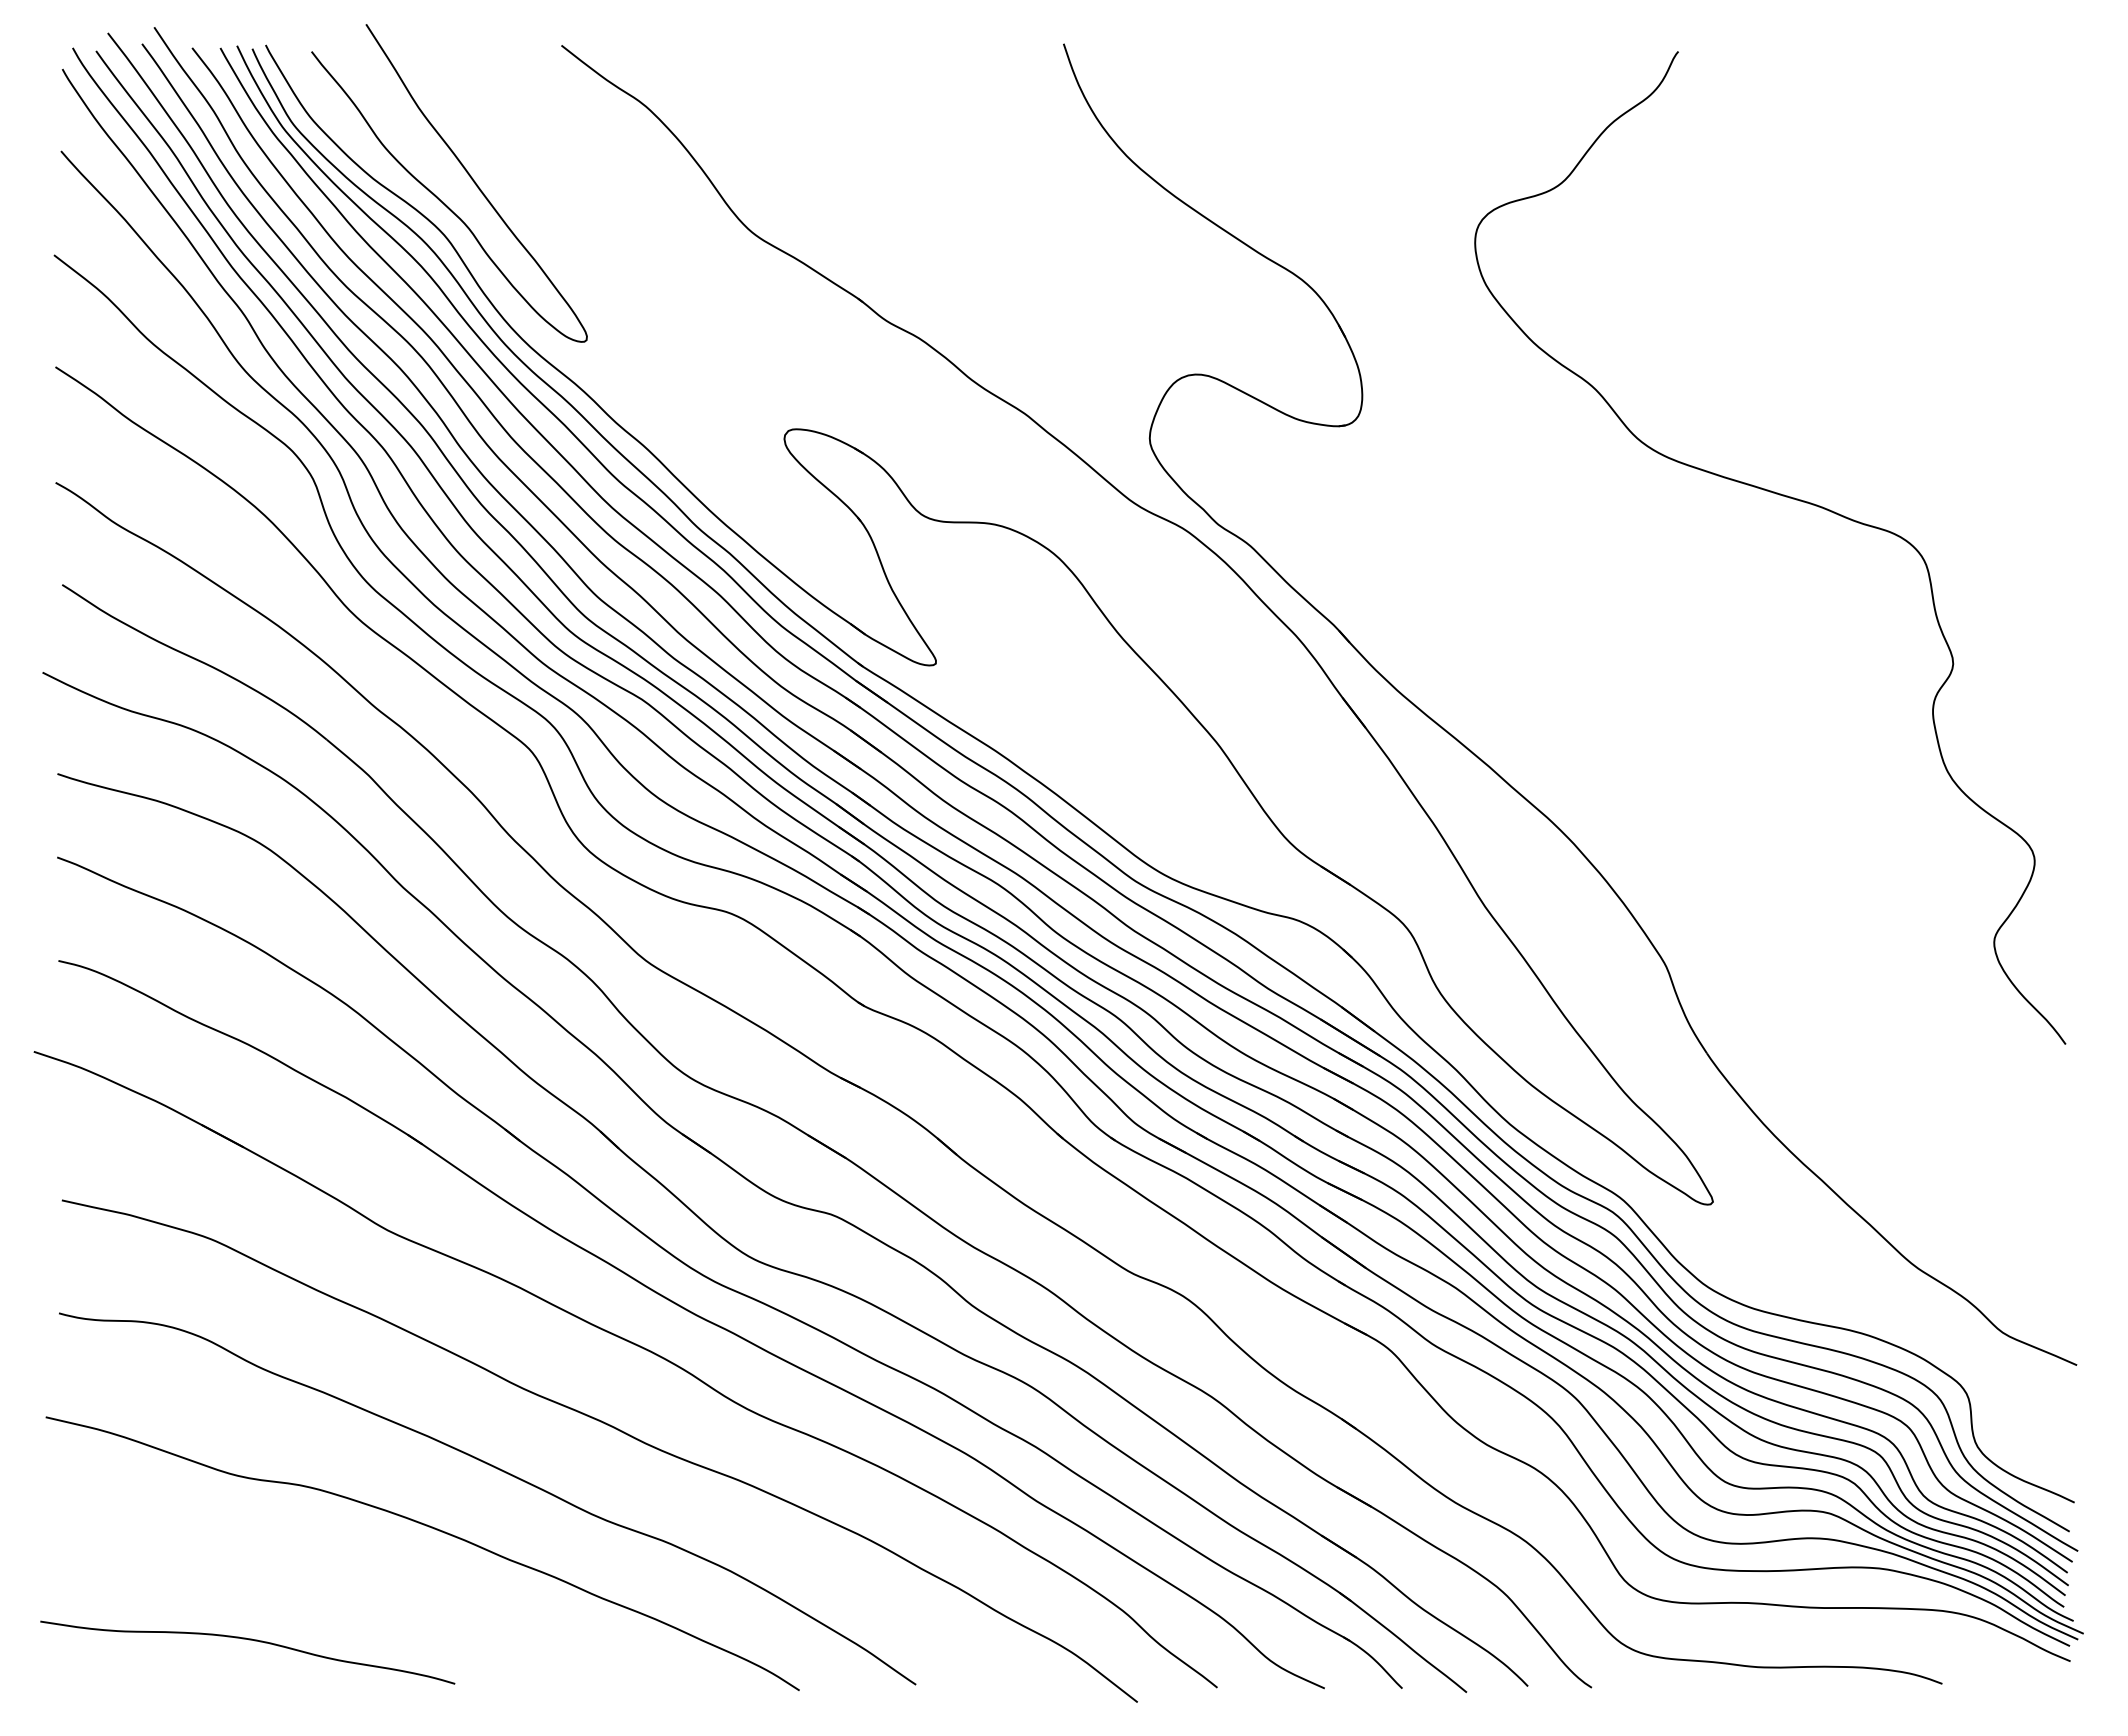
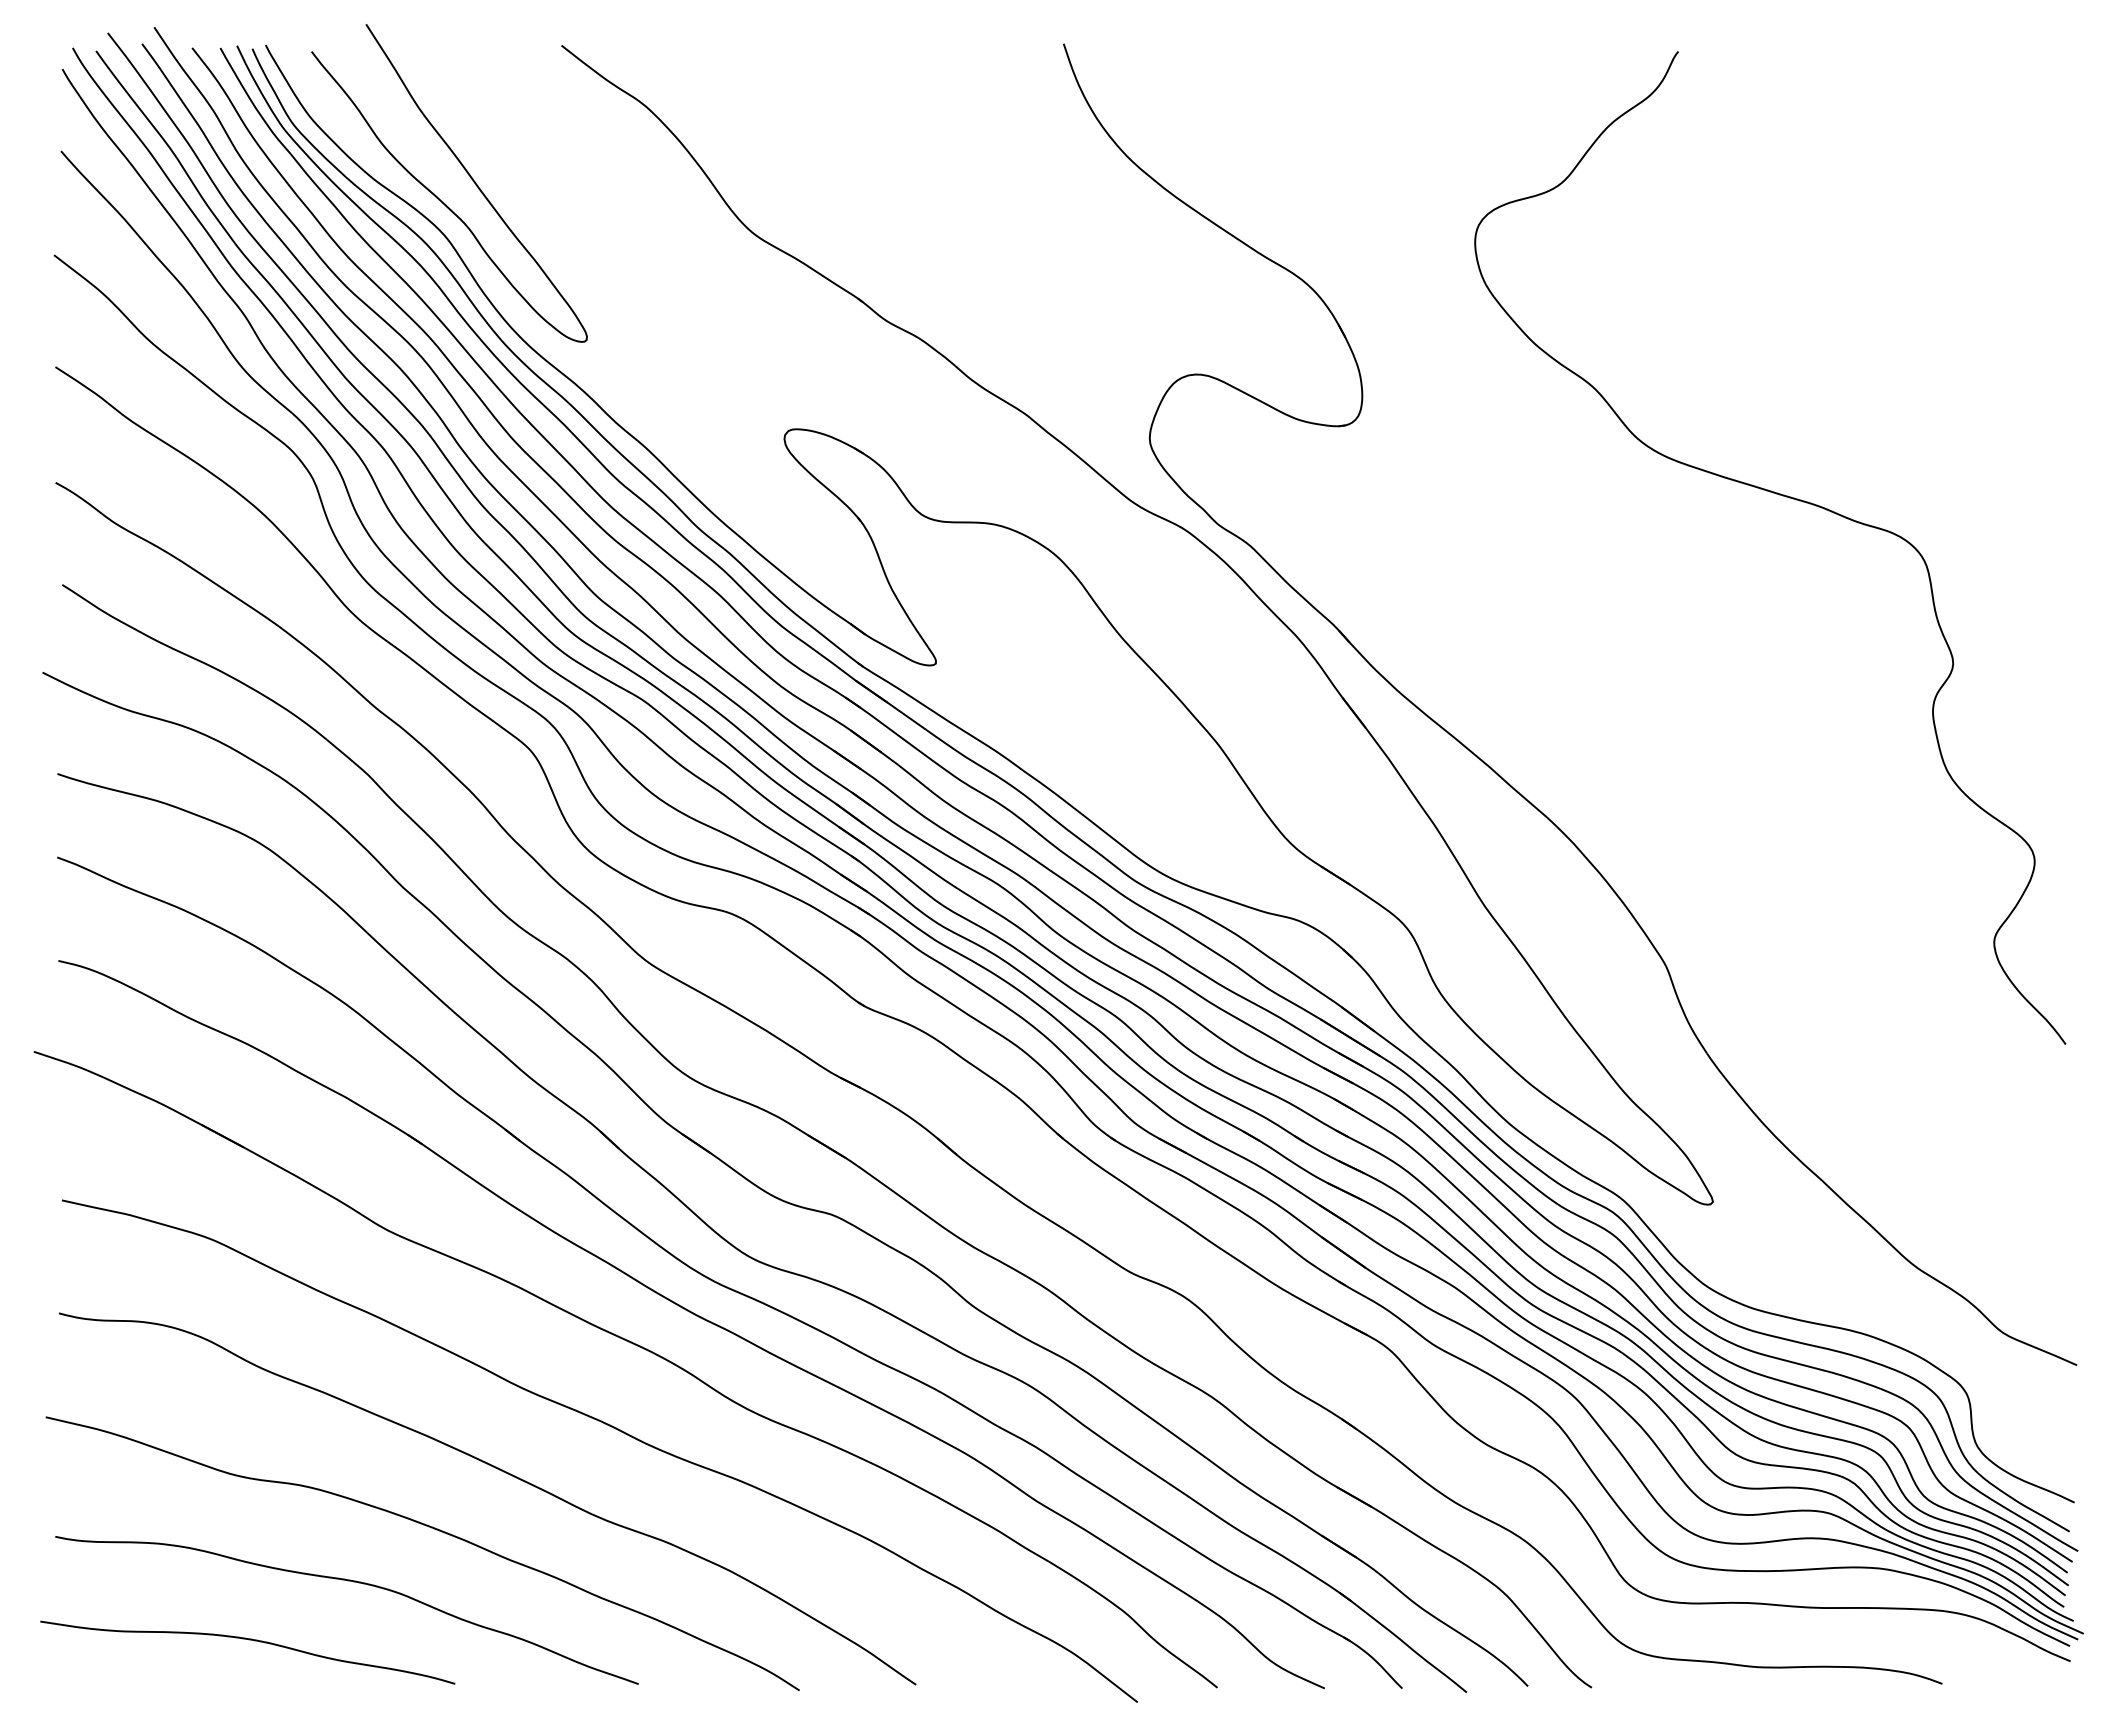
curve at (353, 1582): none -> present
